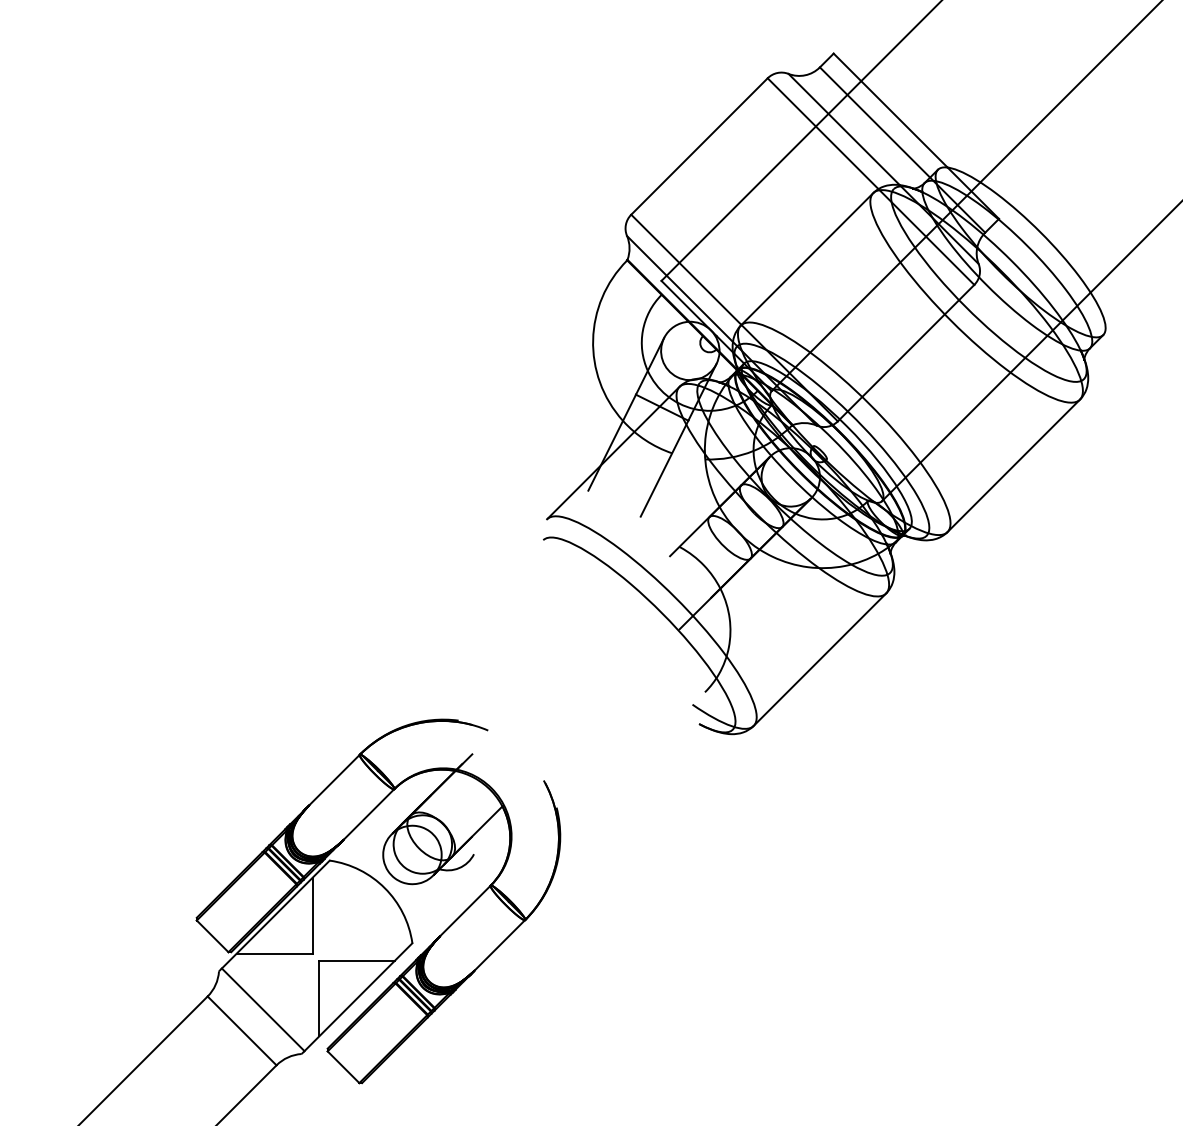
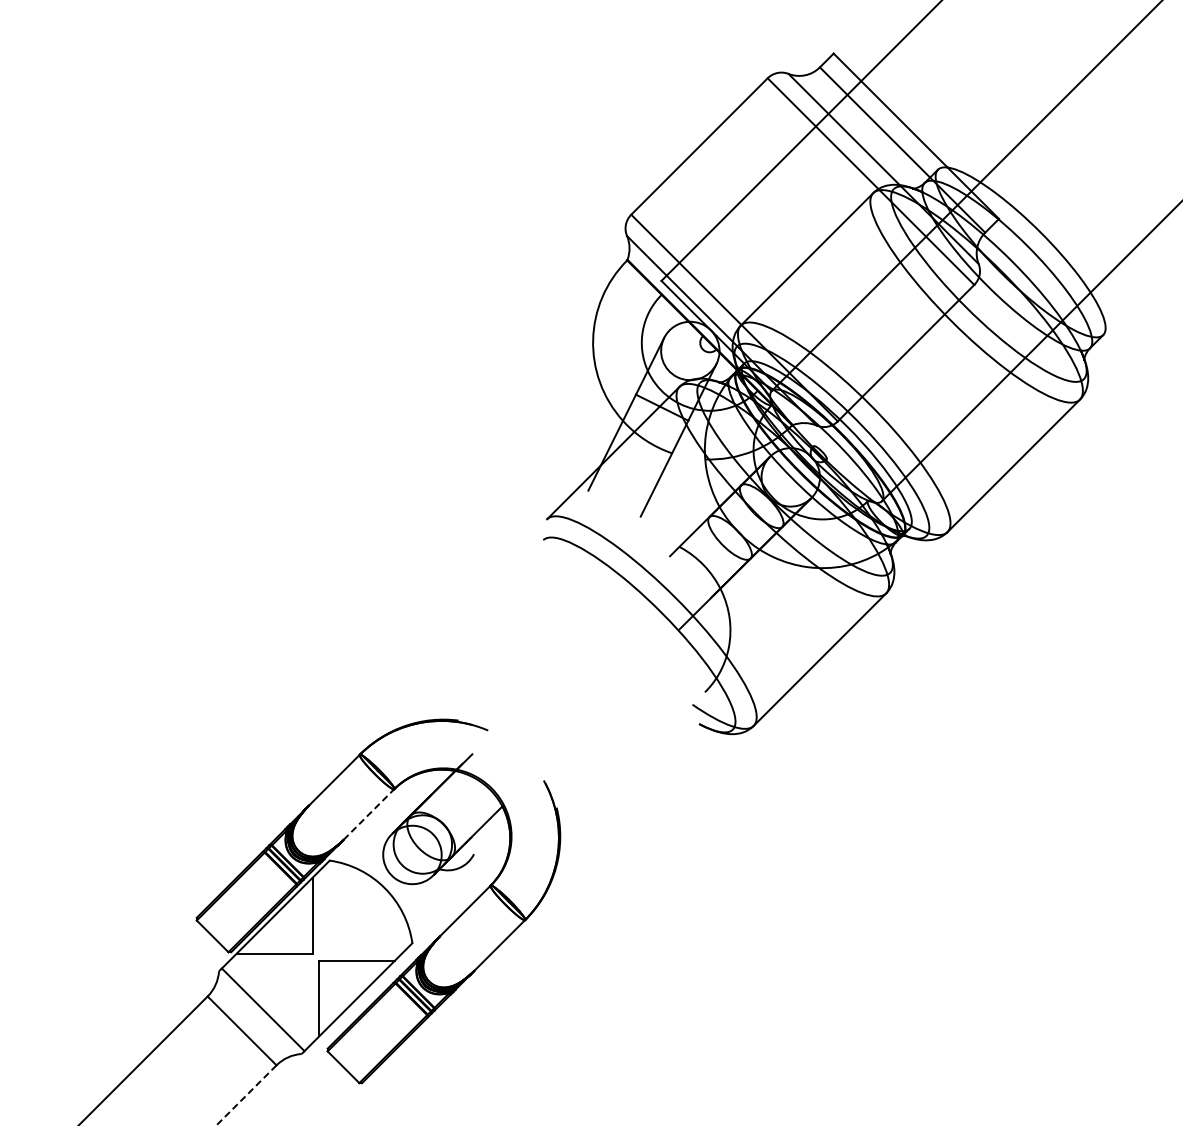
line at (368, 814): solid -> dashed
line at (246, 1095): solid -> dashed
